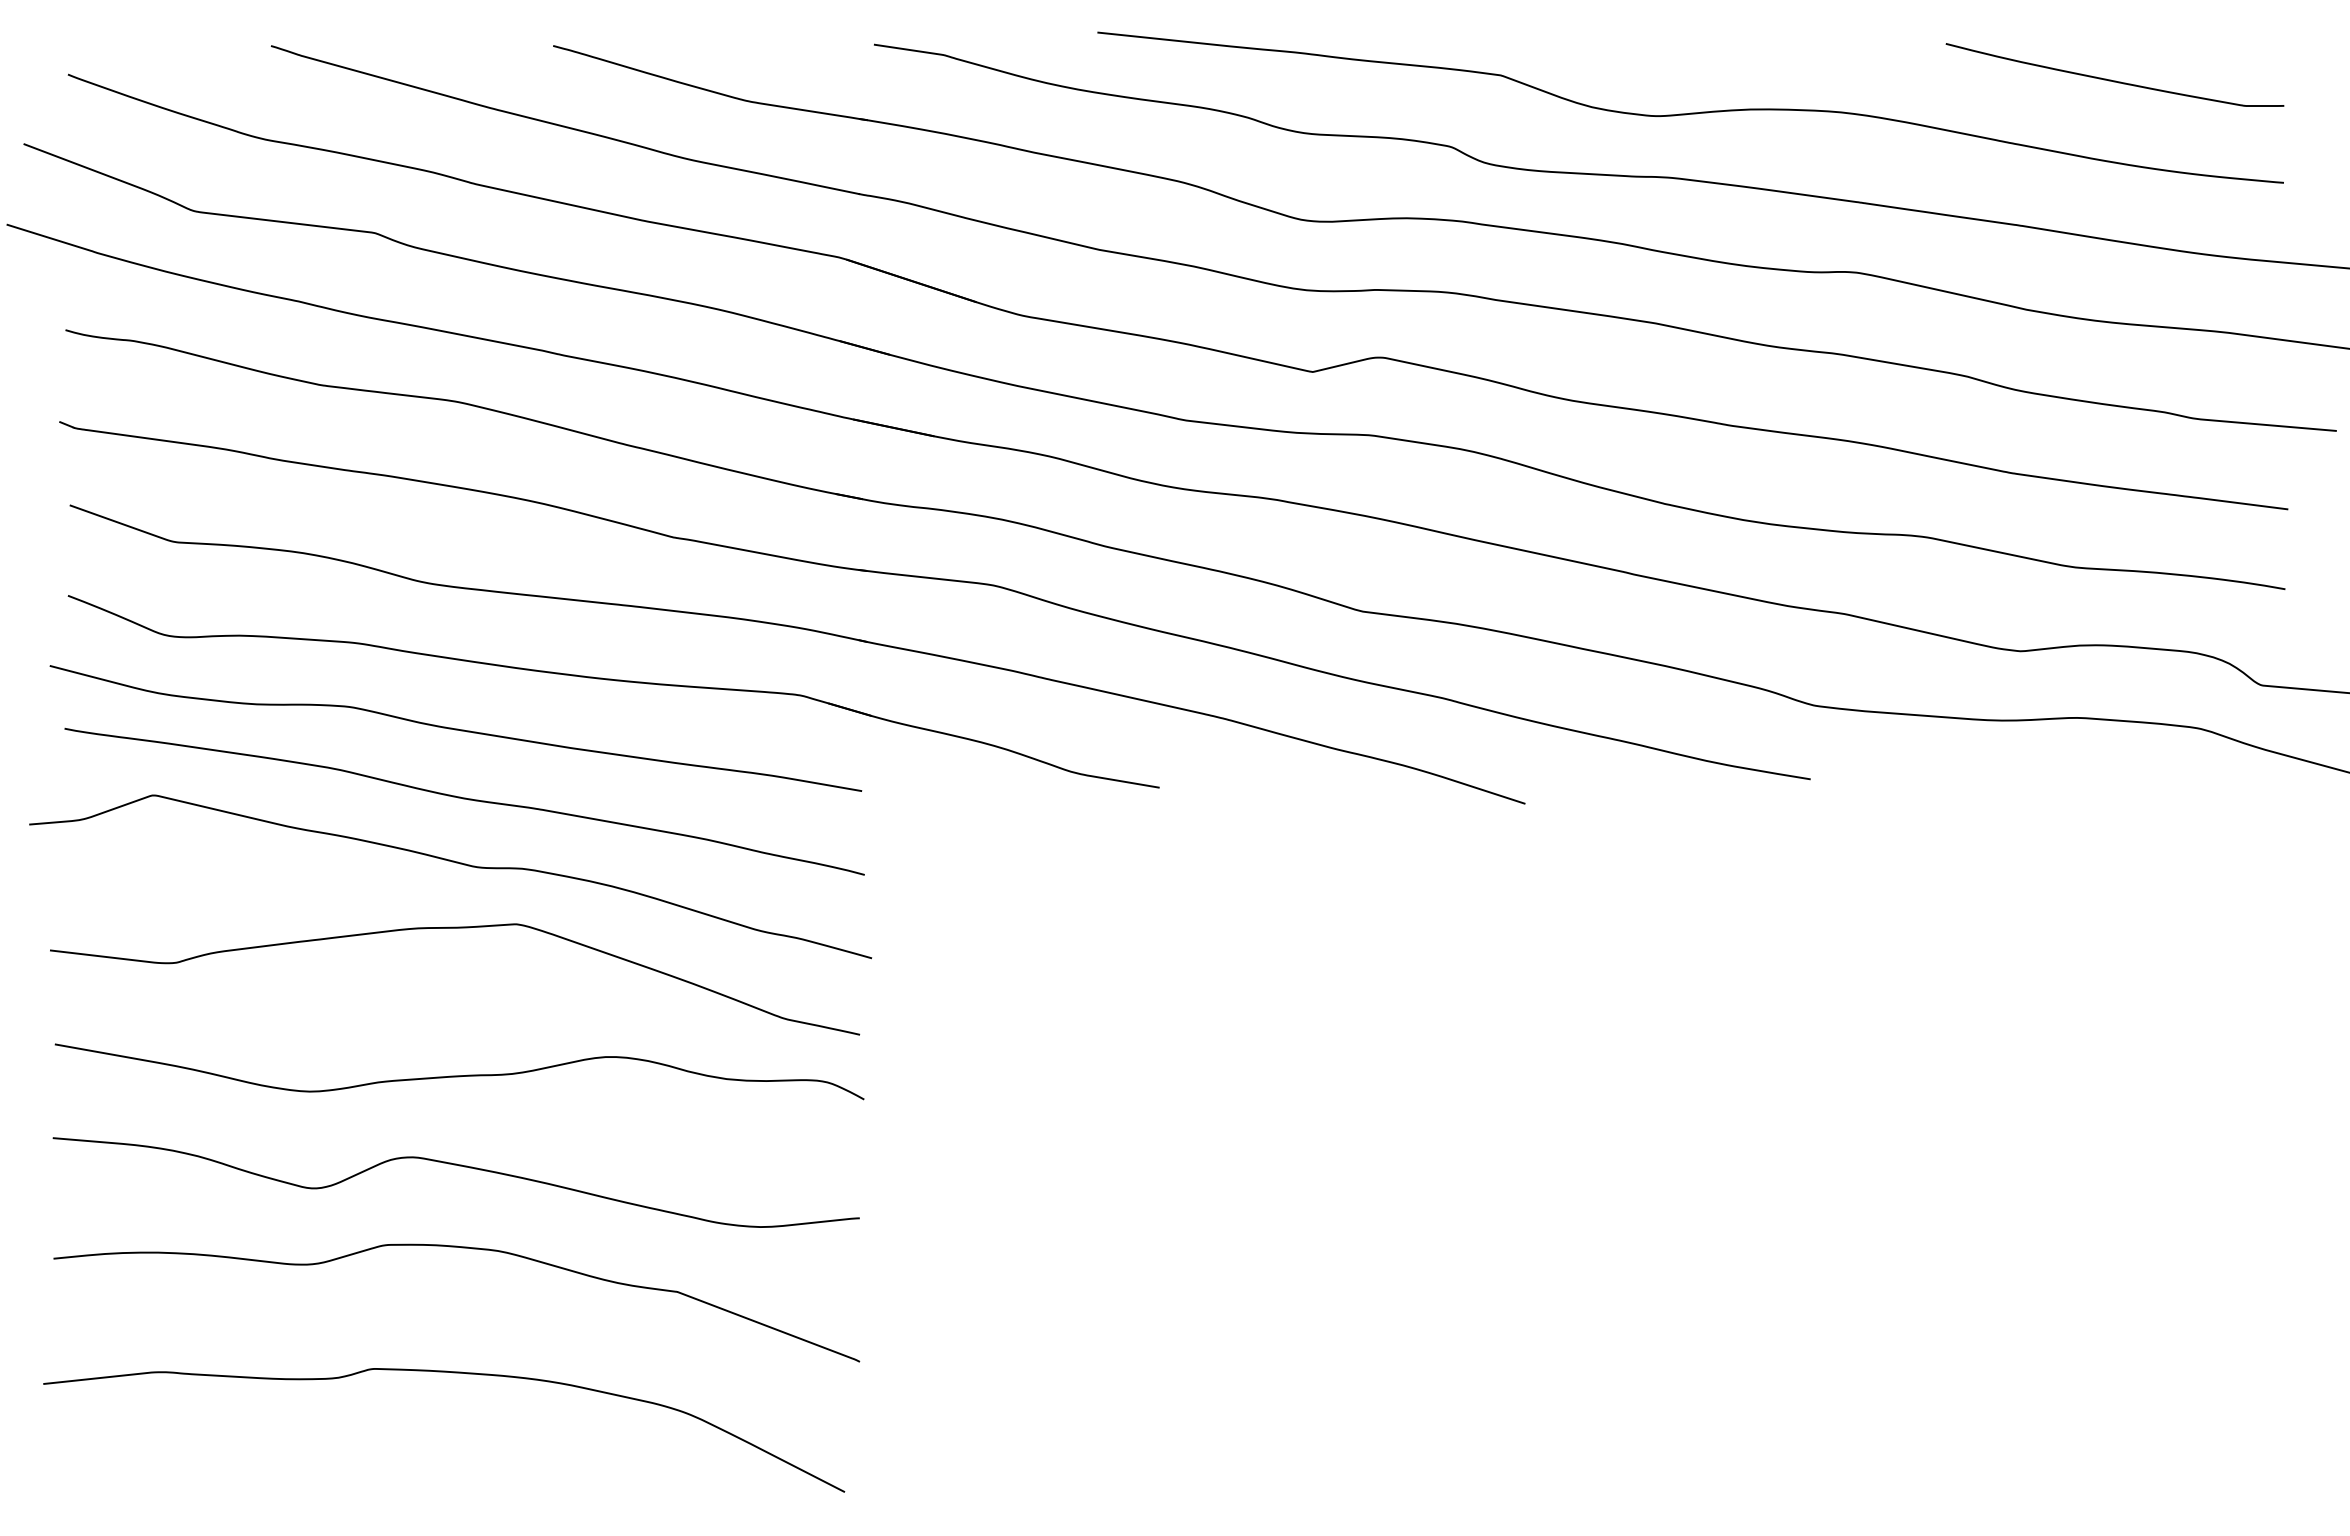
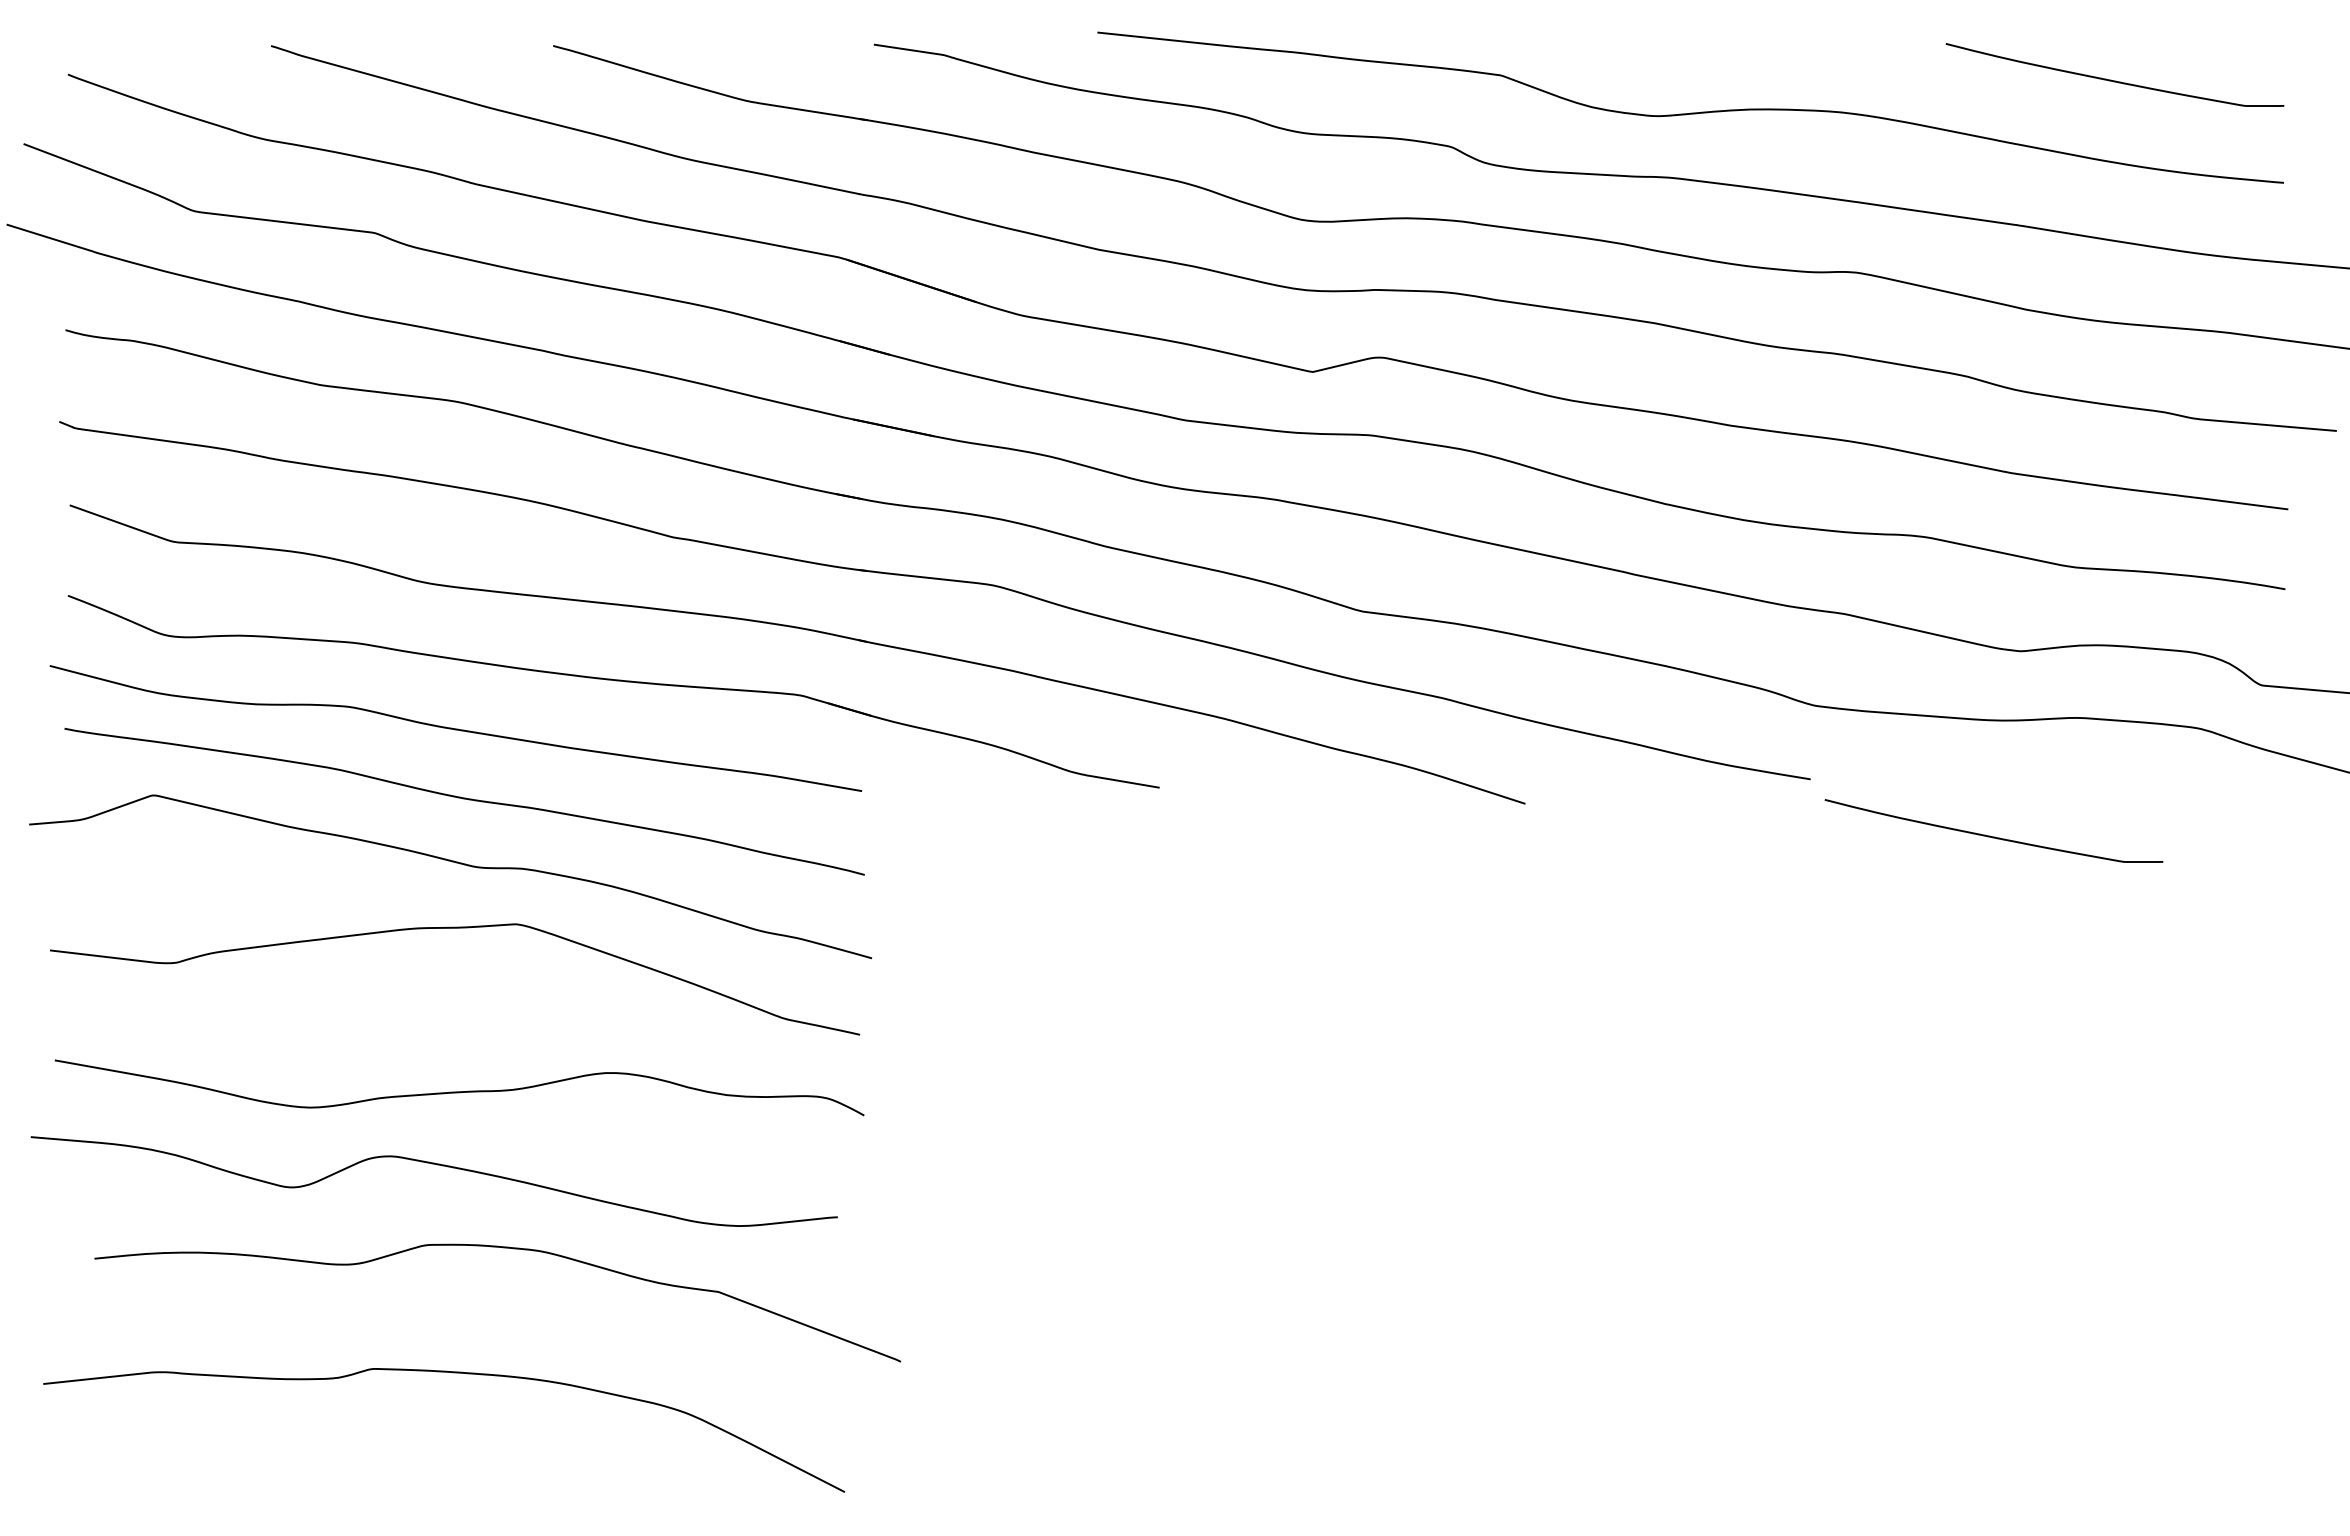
curve at (1990, 835): none -> present
curve at (459, 1075) position: (459, 1075) -> (459, 1091)
curve at (459, 1166) position: (459, 1166) -> (437, 1165)
curve at (461, 1248) position: (461, 1248) -> (502, 1248)
